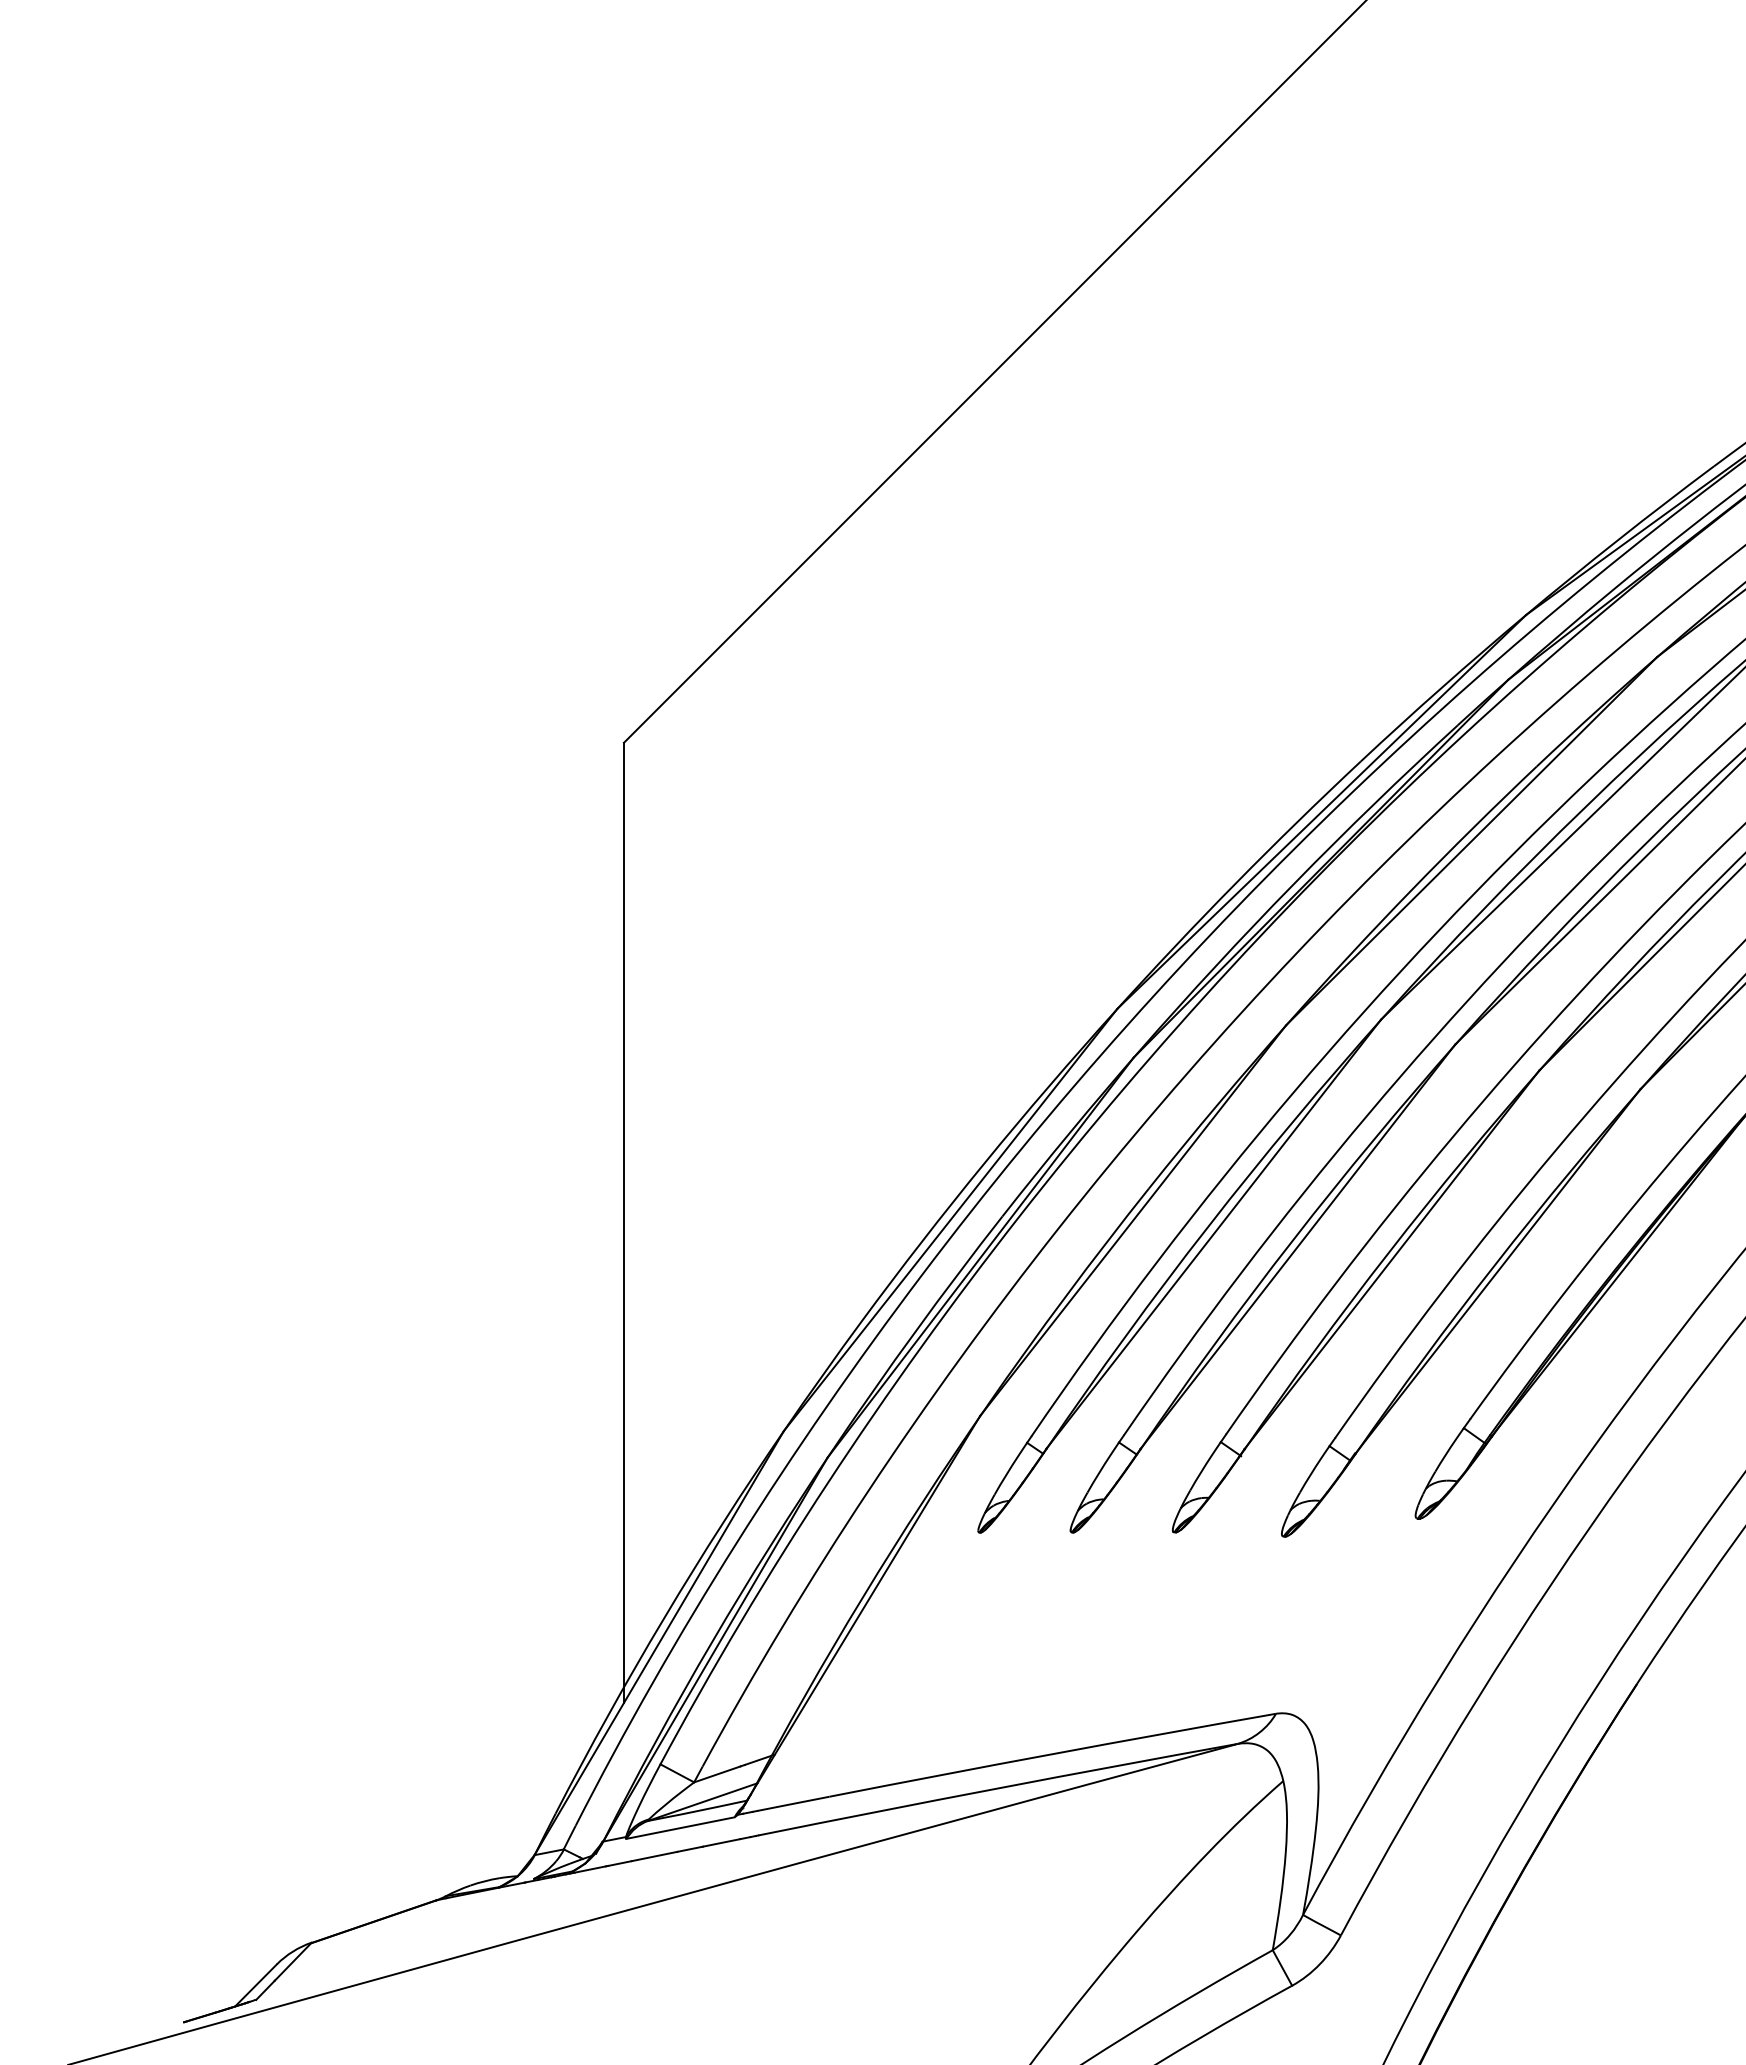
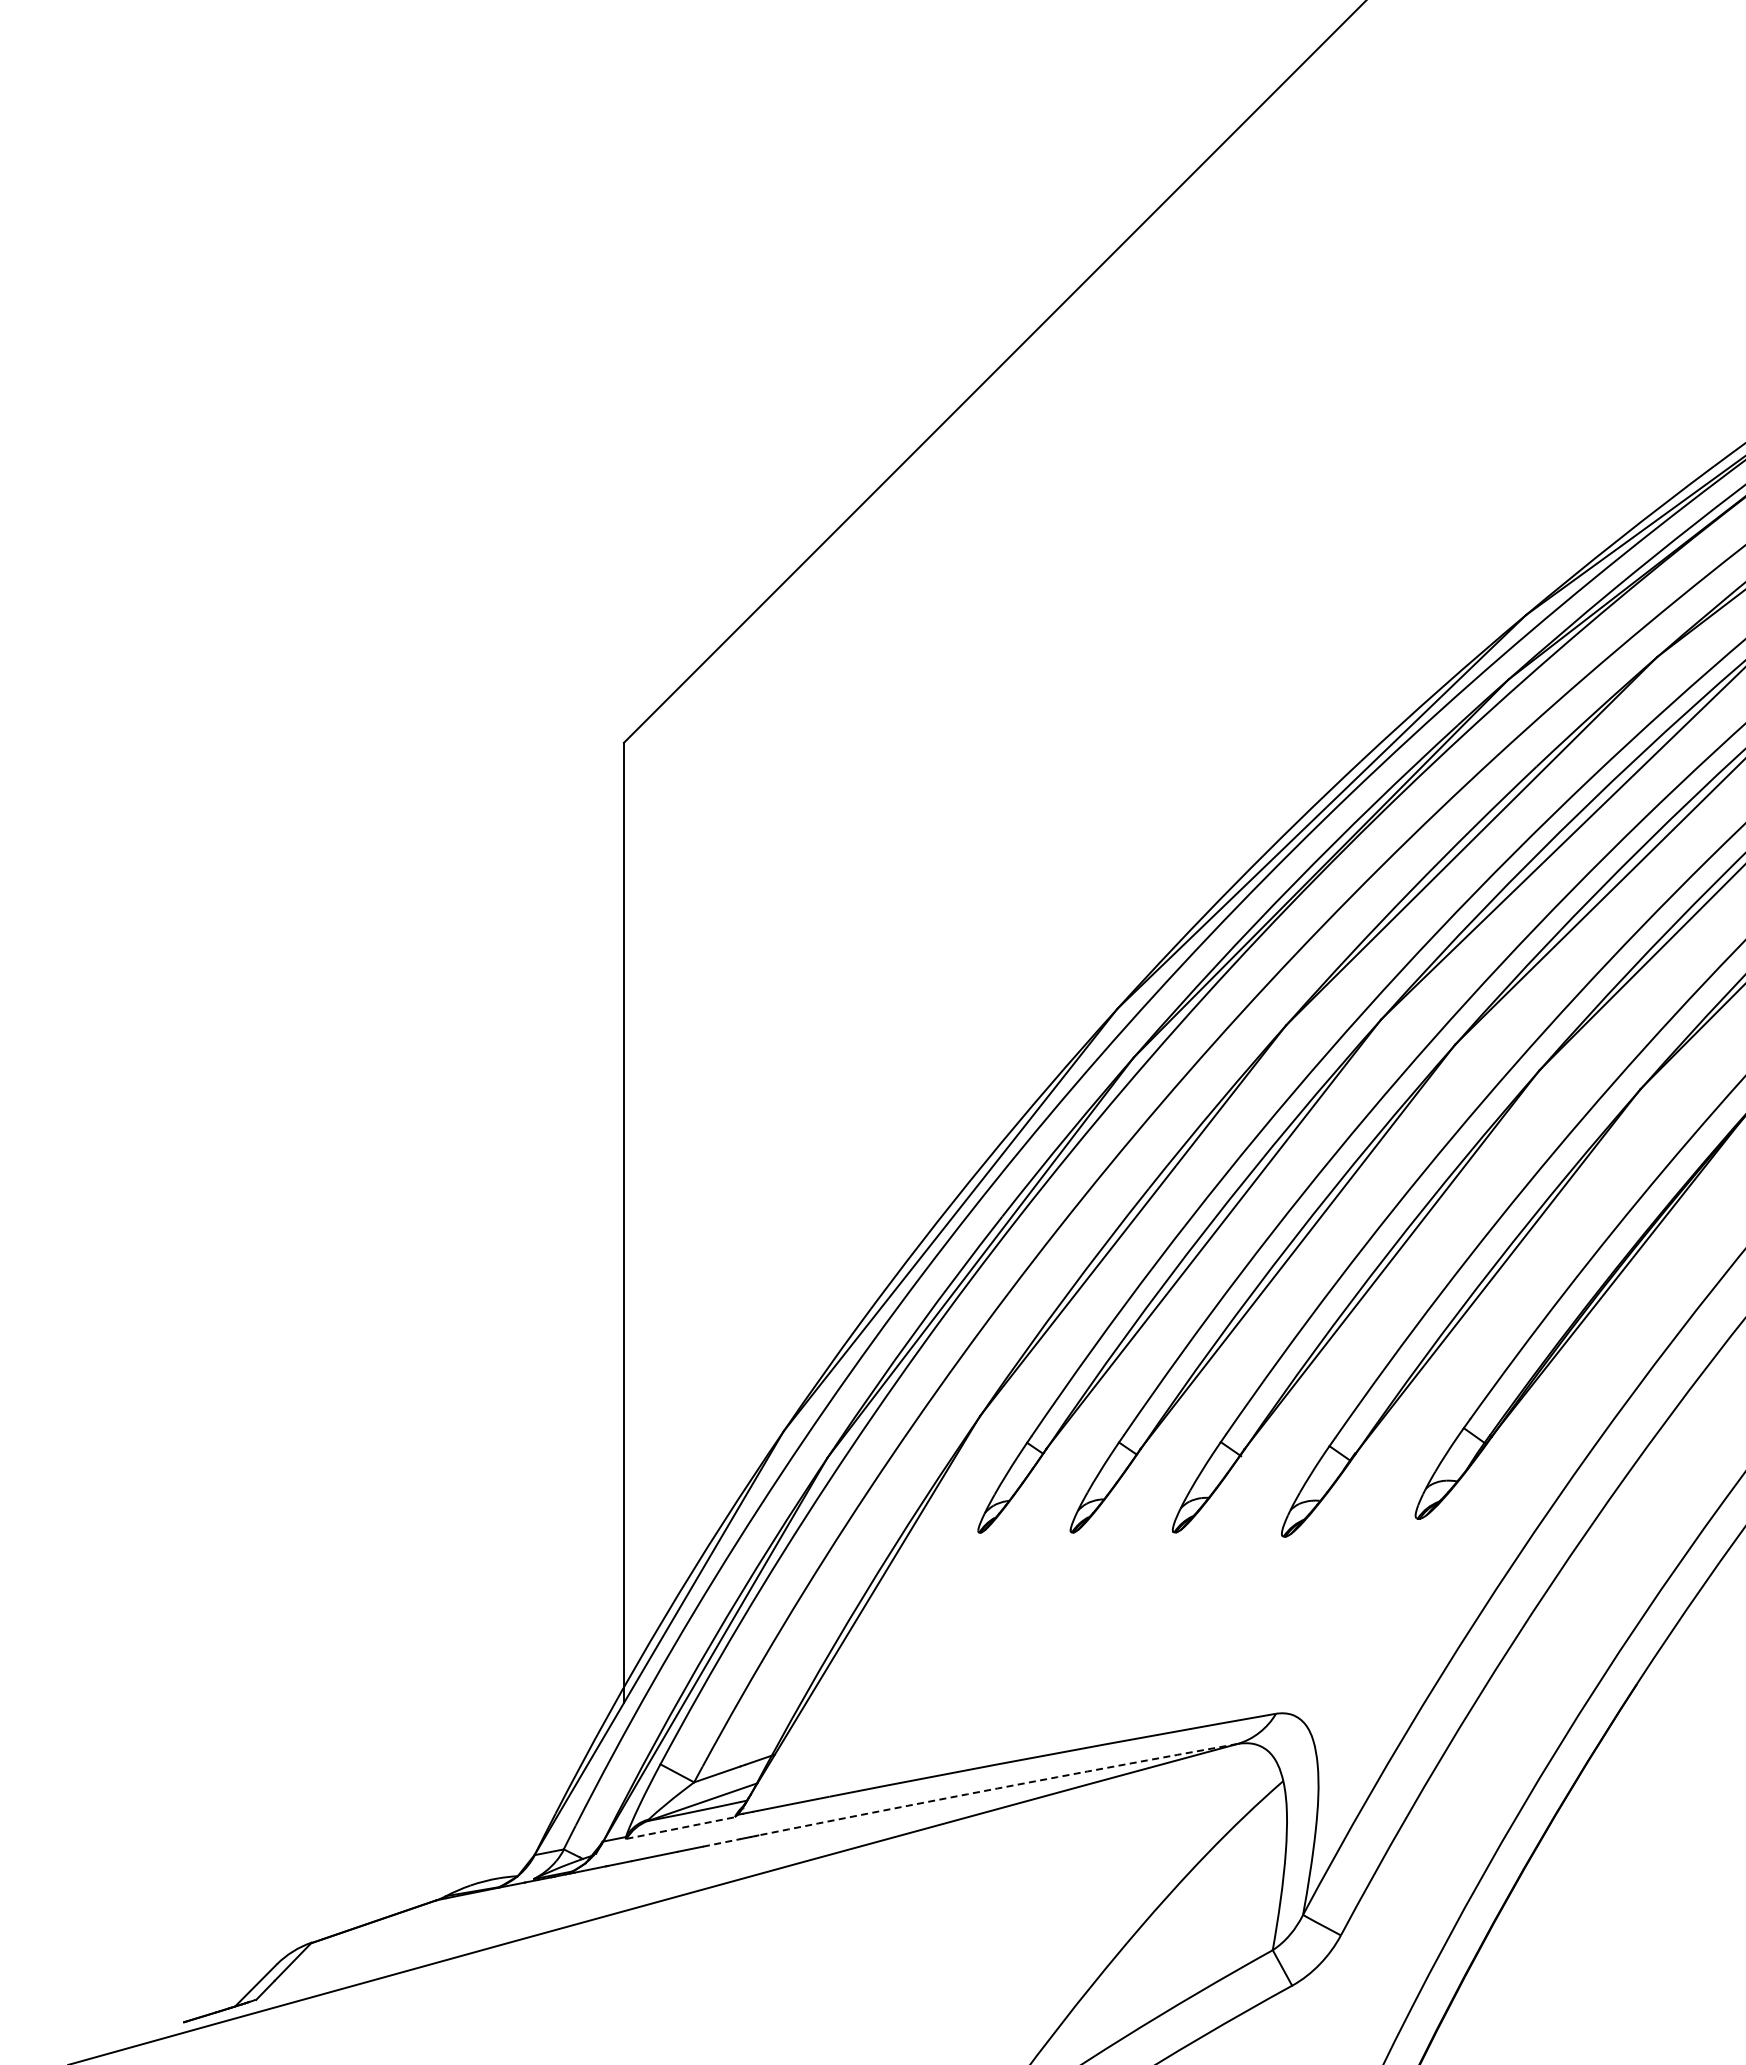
arc at (997, 1788): solid -> dashed
line at (681, 1827): solid -> dashed
line at (722, 1842): solid -> dashed
